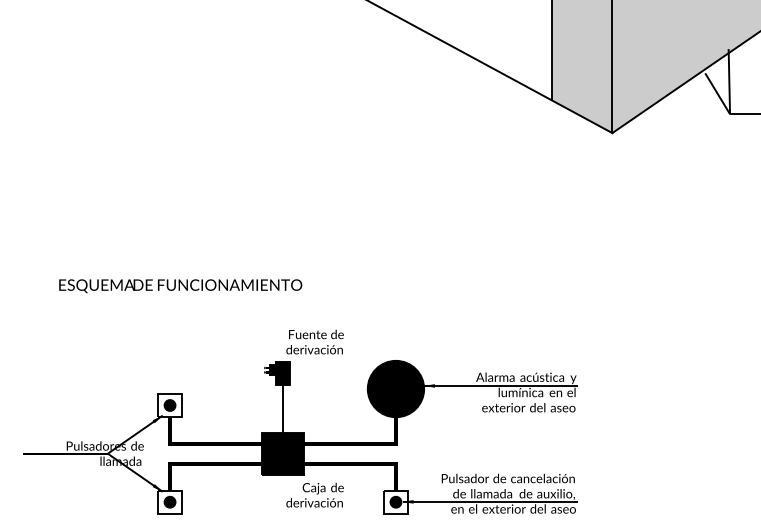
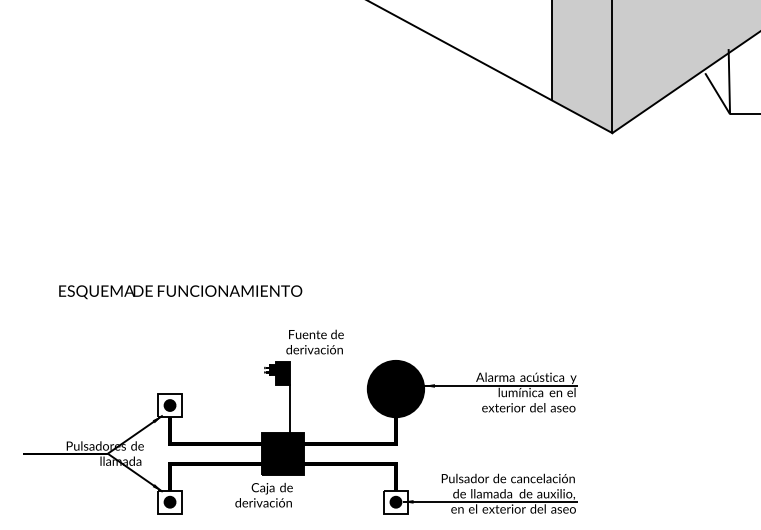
text at (180, 286) position: (180, 286) -> (180, 292)
line at (283, 408) position: (283, 408) -> (290, 408)
text at (314, 495) position: (314, 495) -> (263, 495)
